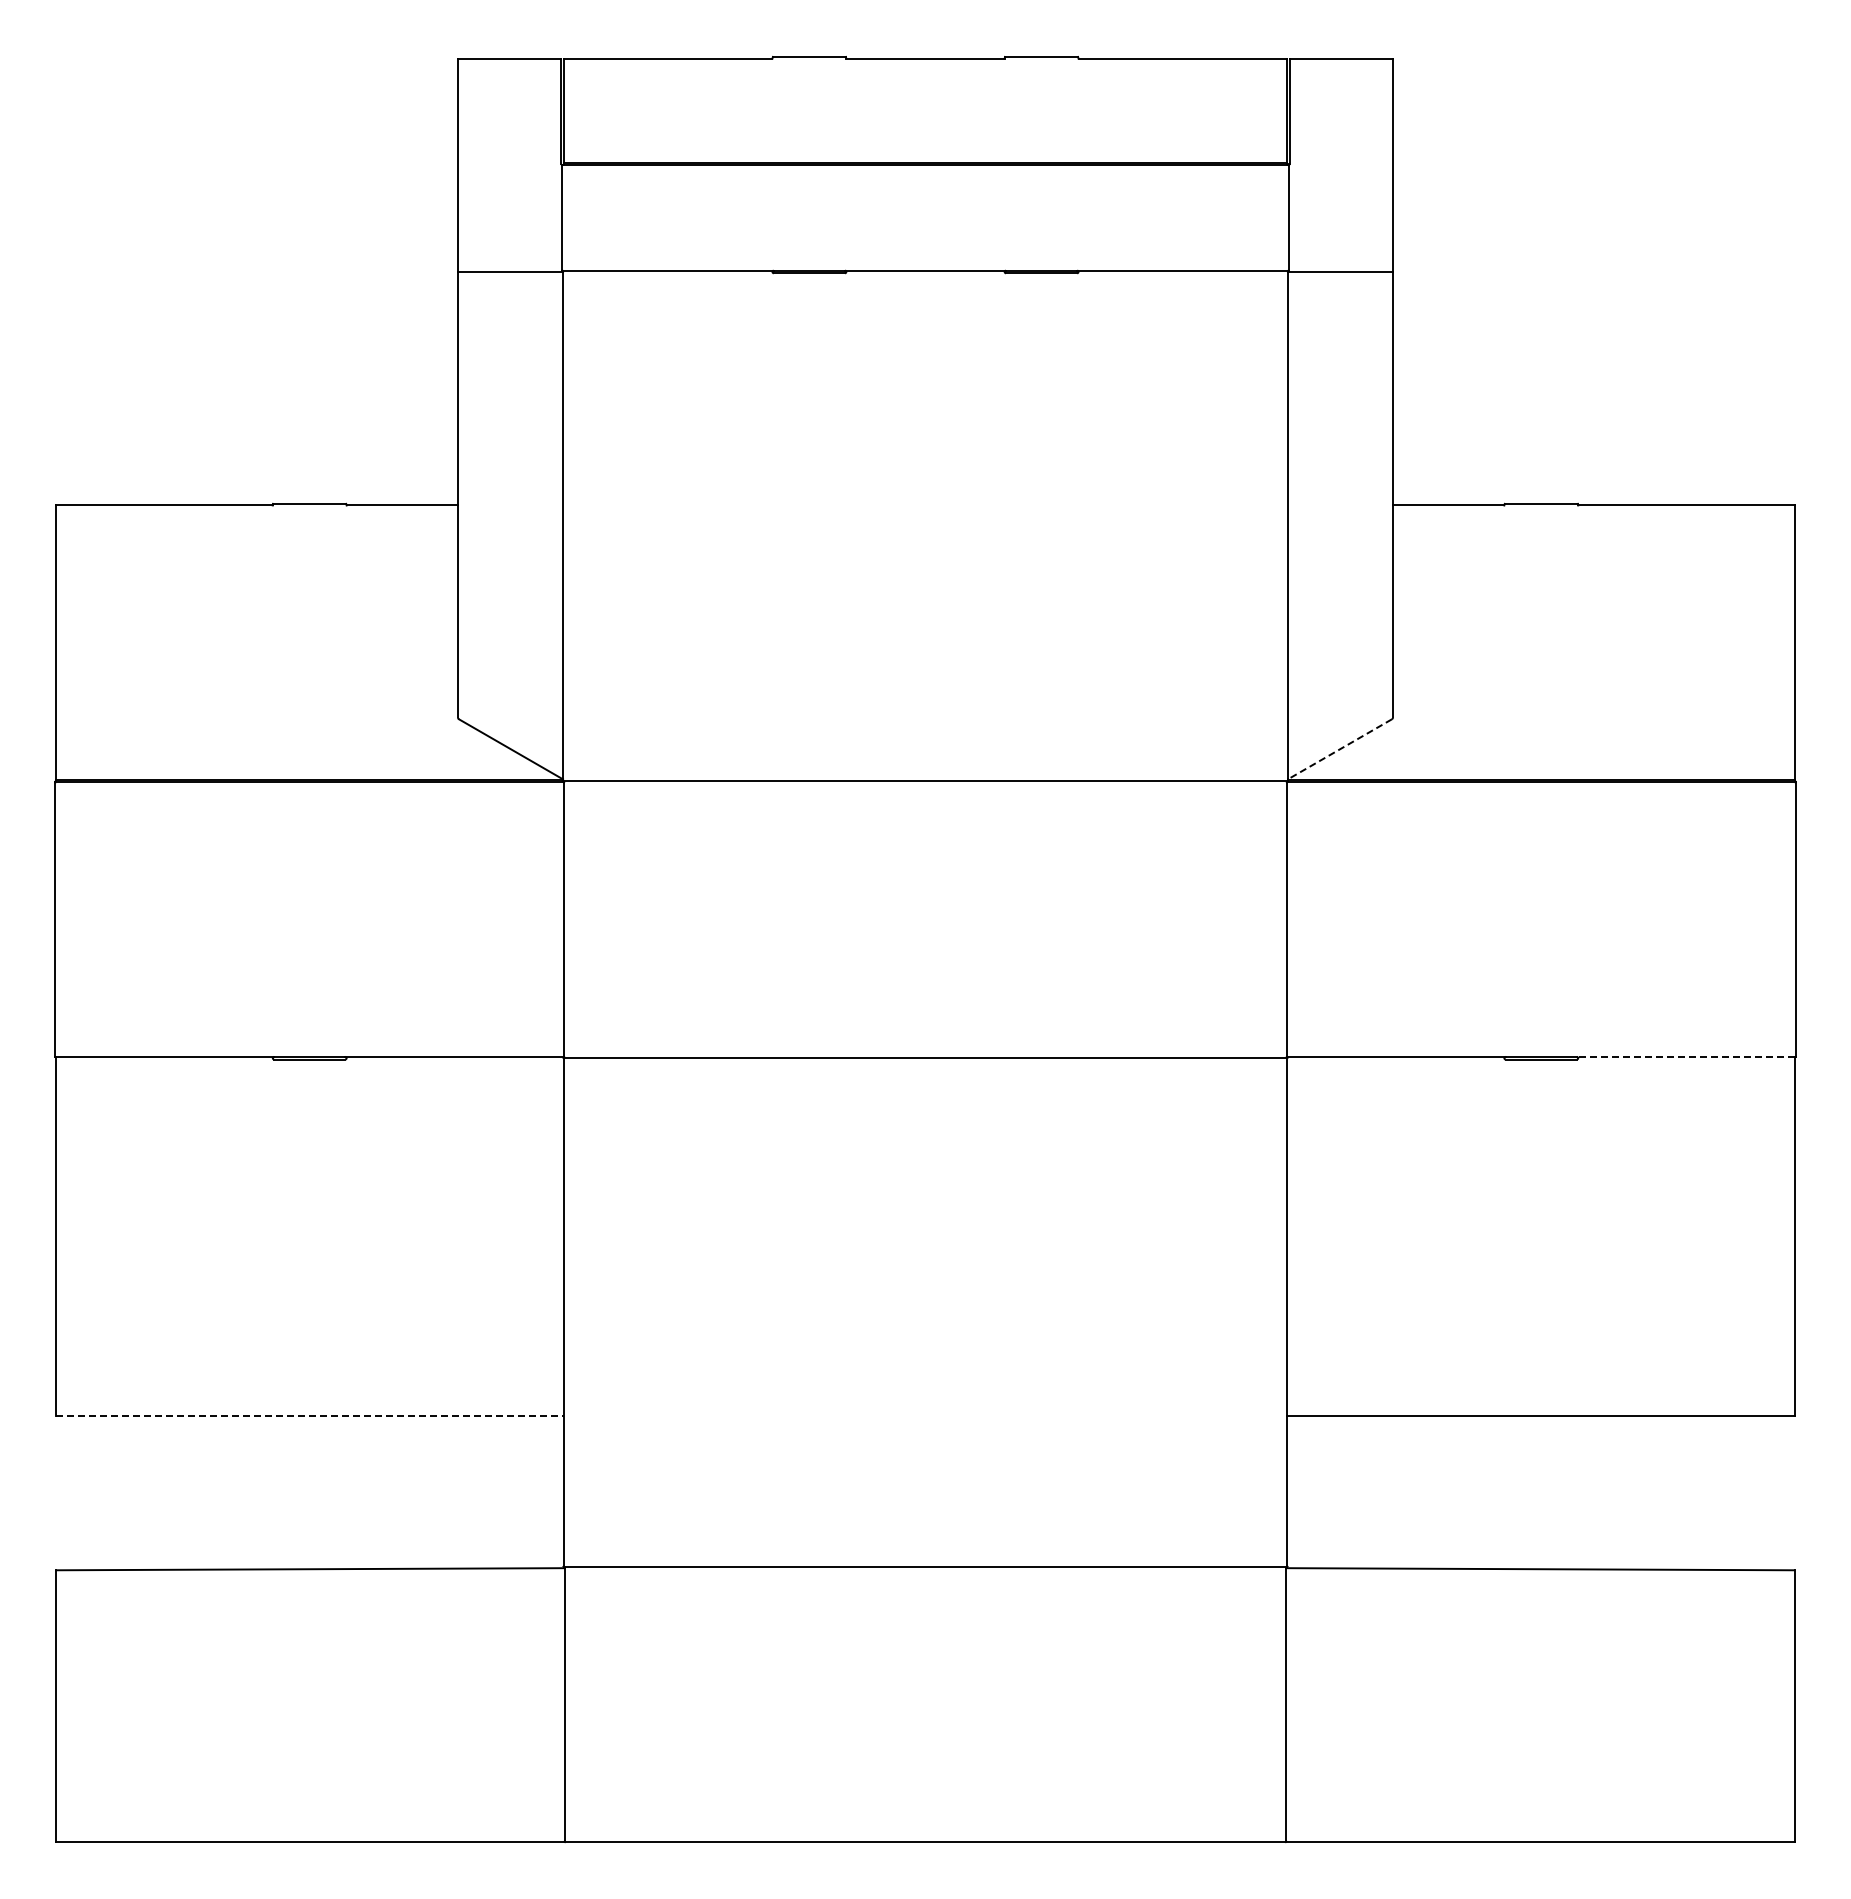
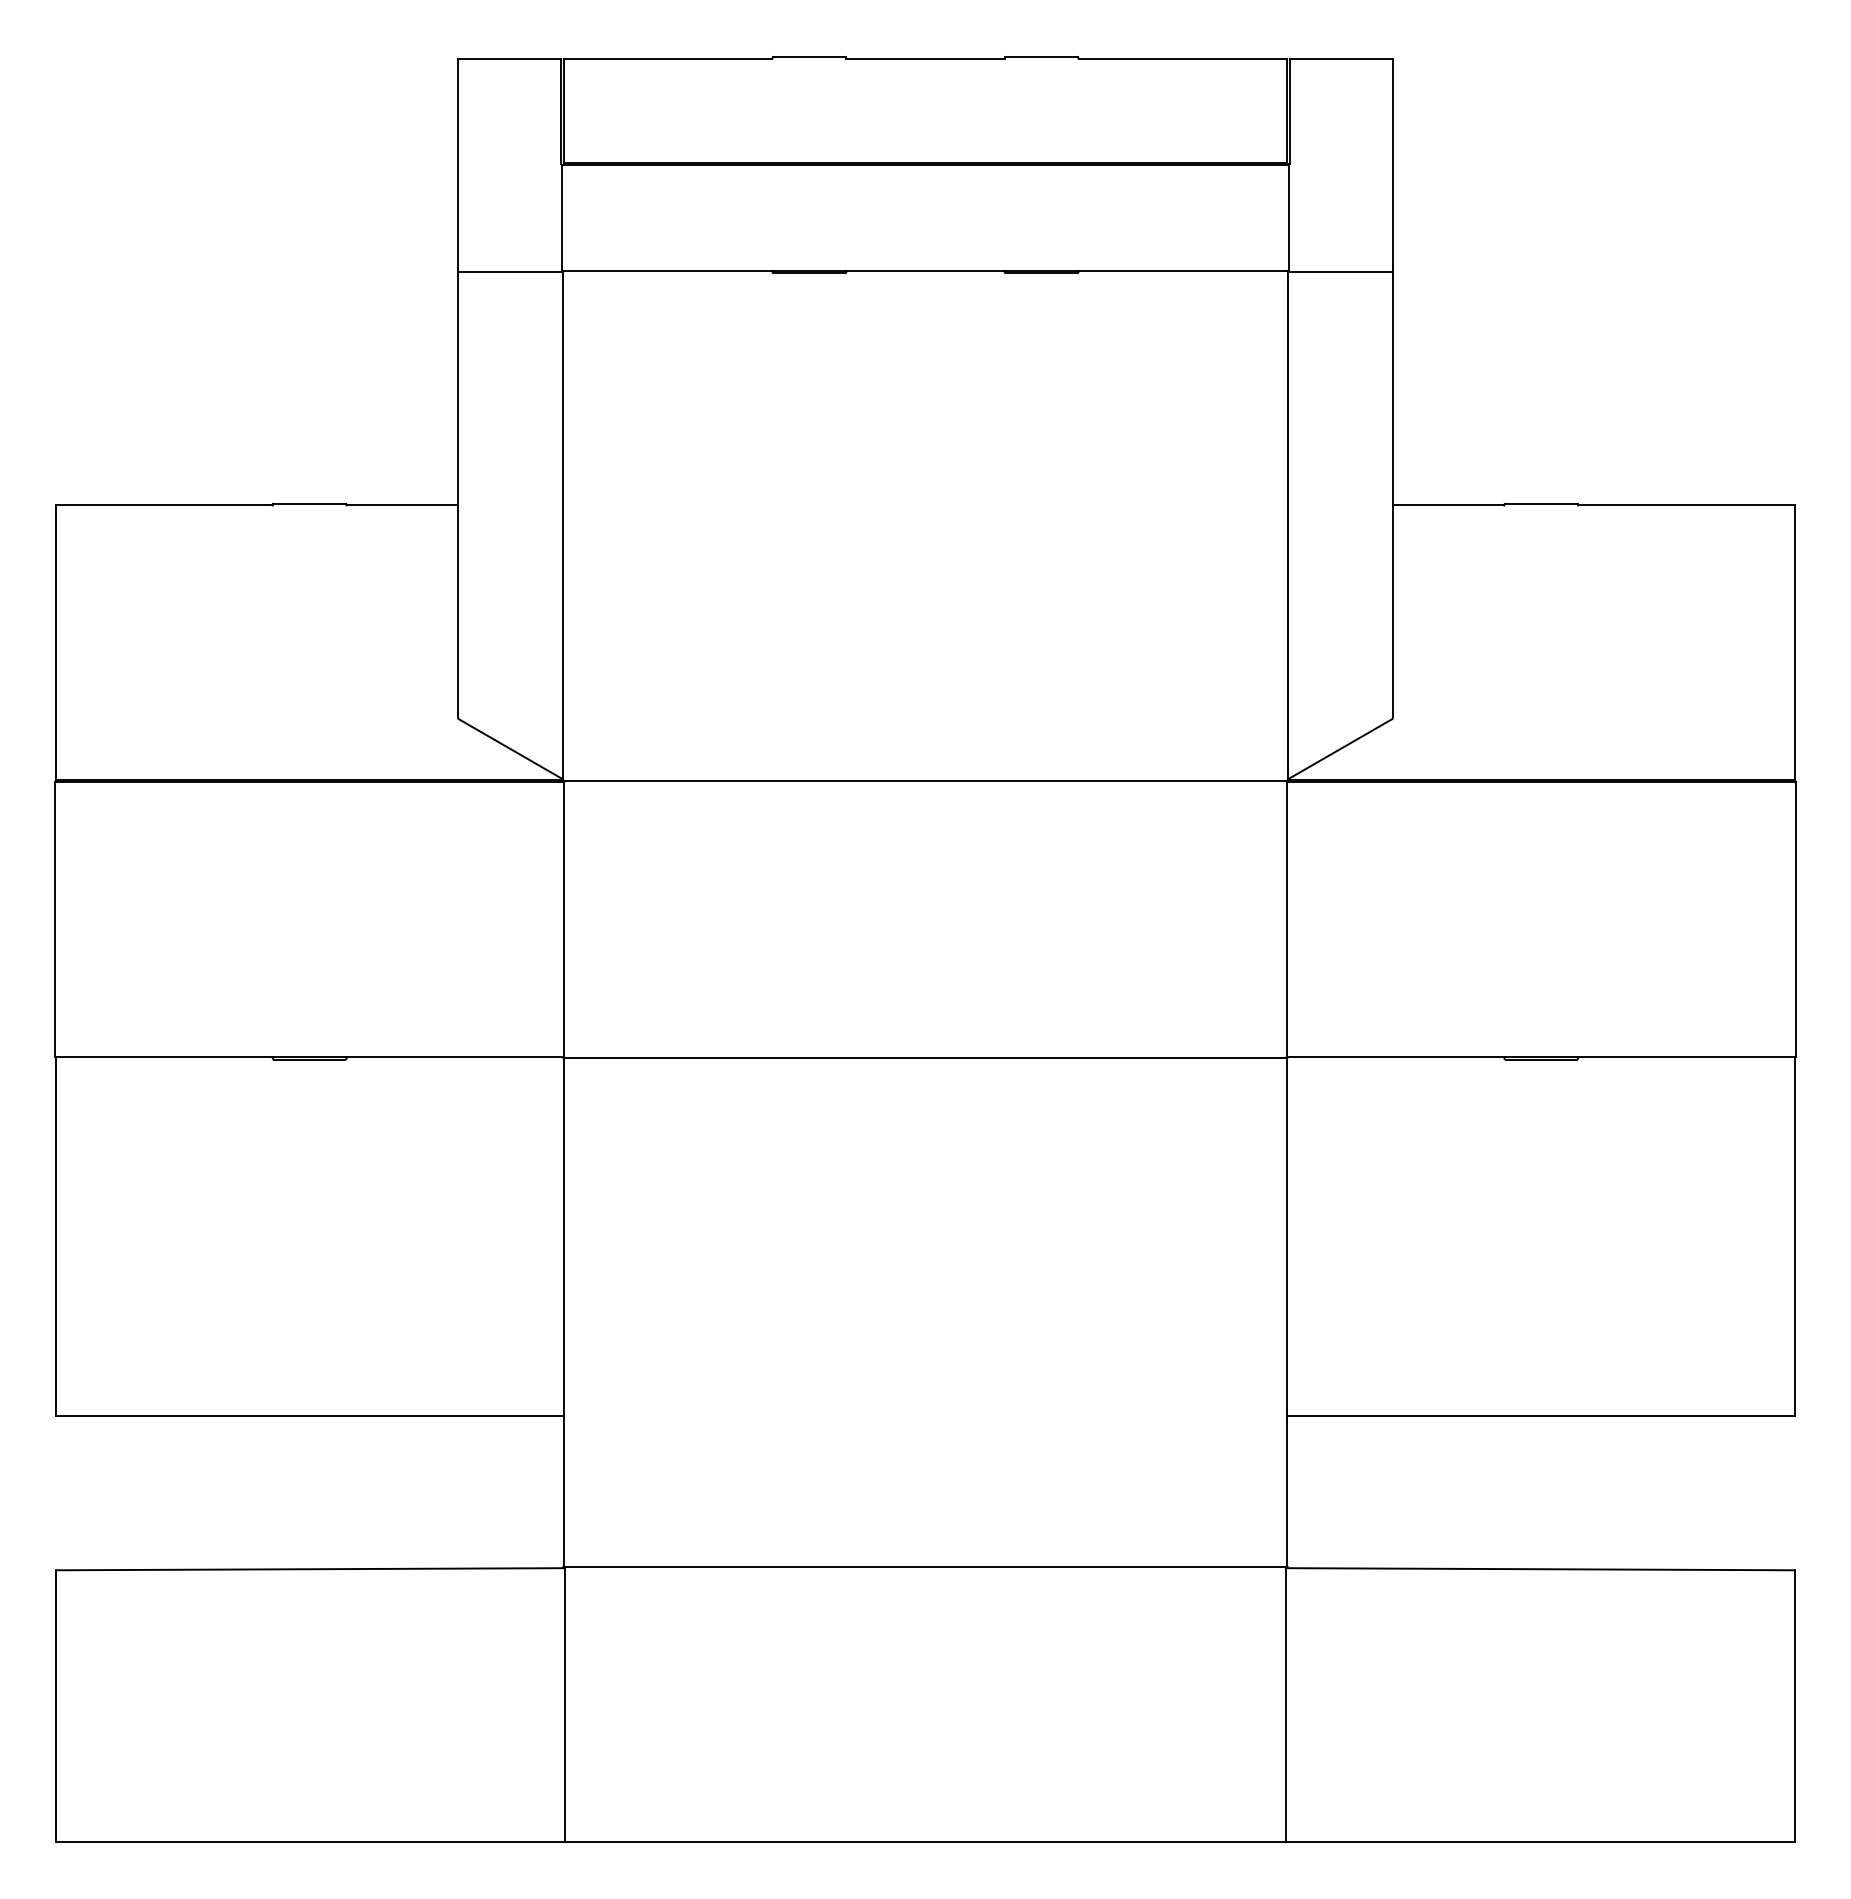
line at (1339, 749): dashed -> solid
line at (1685, 1056): dashed -> solid
line at (309, 1415): dashed -> solid
